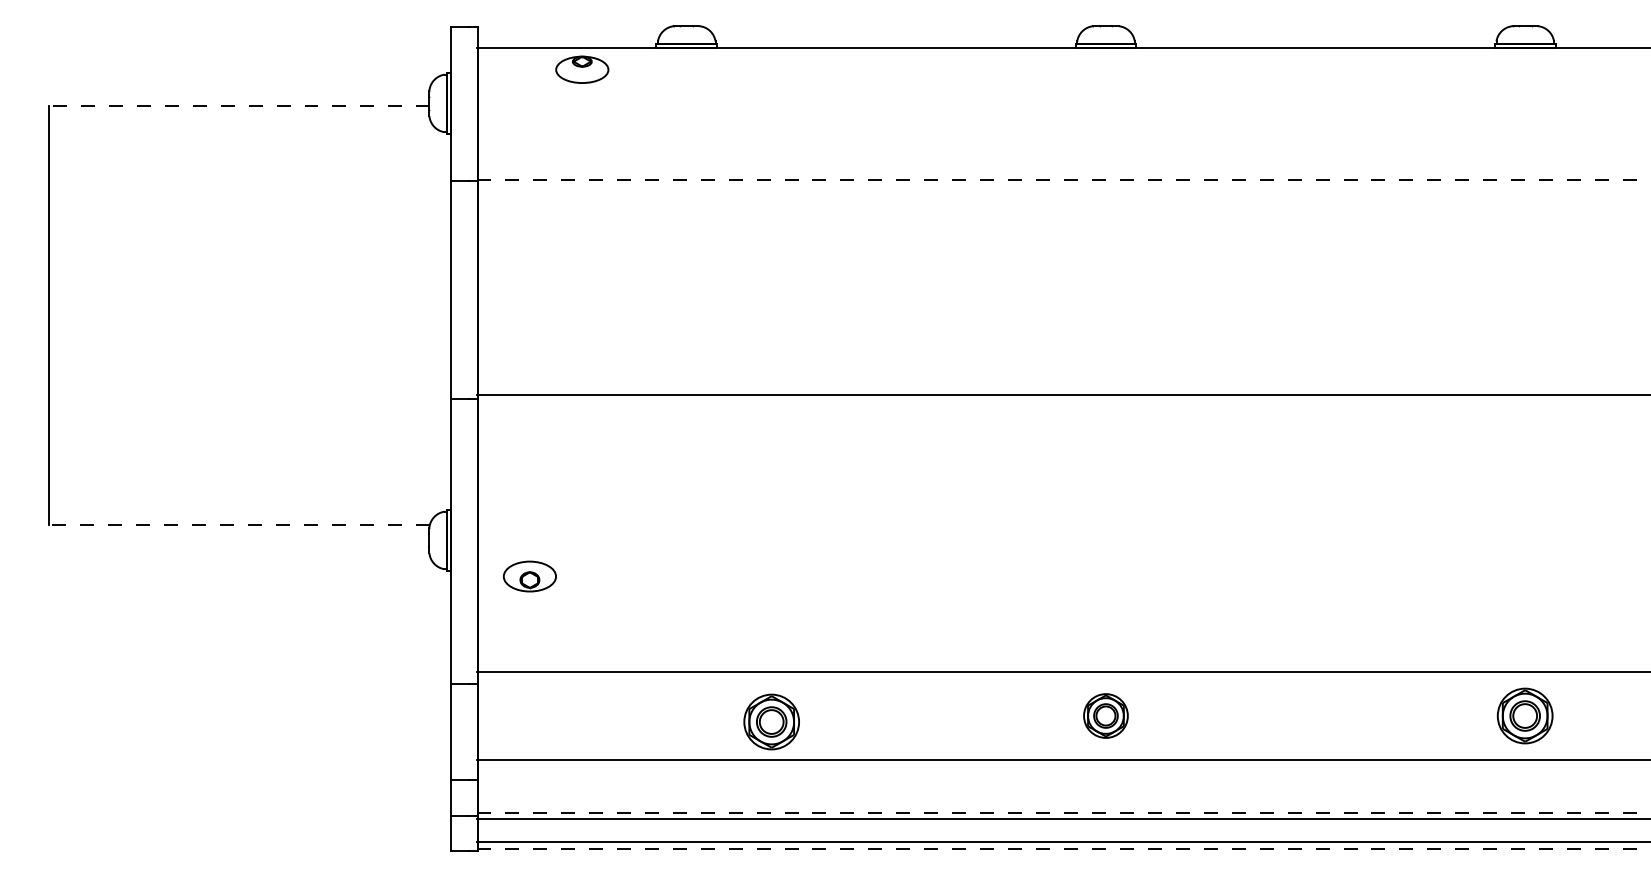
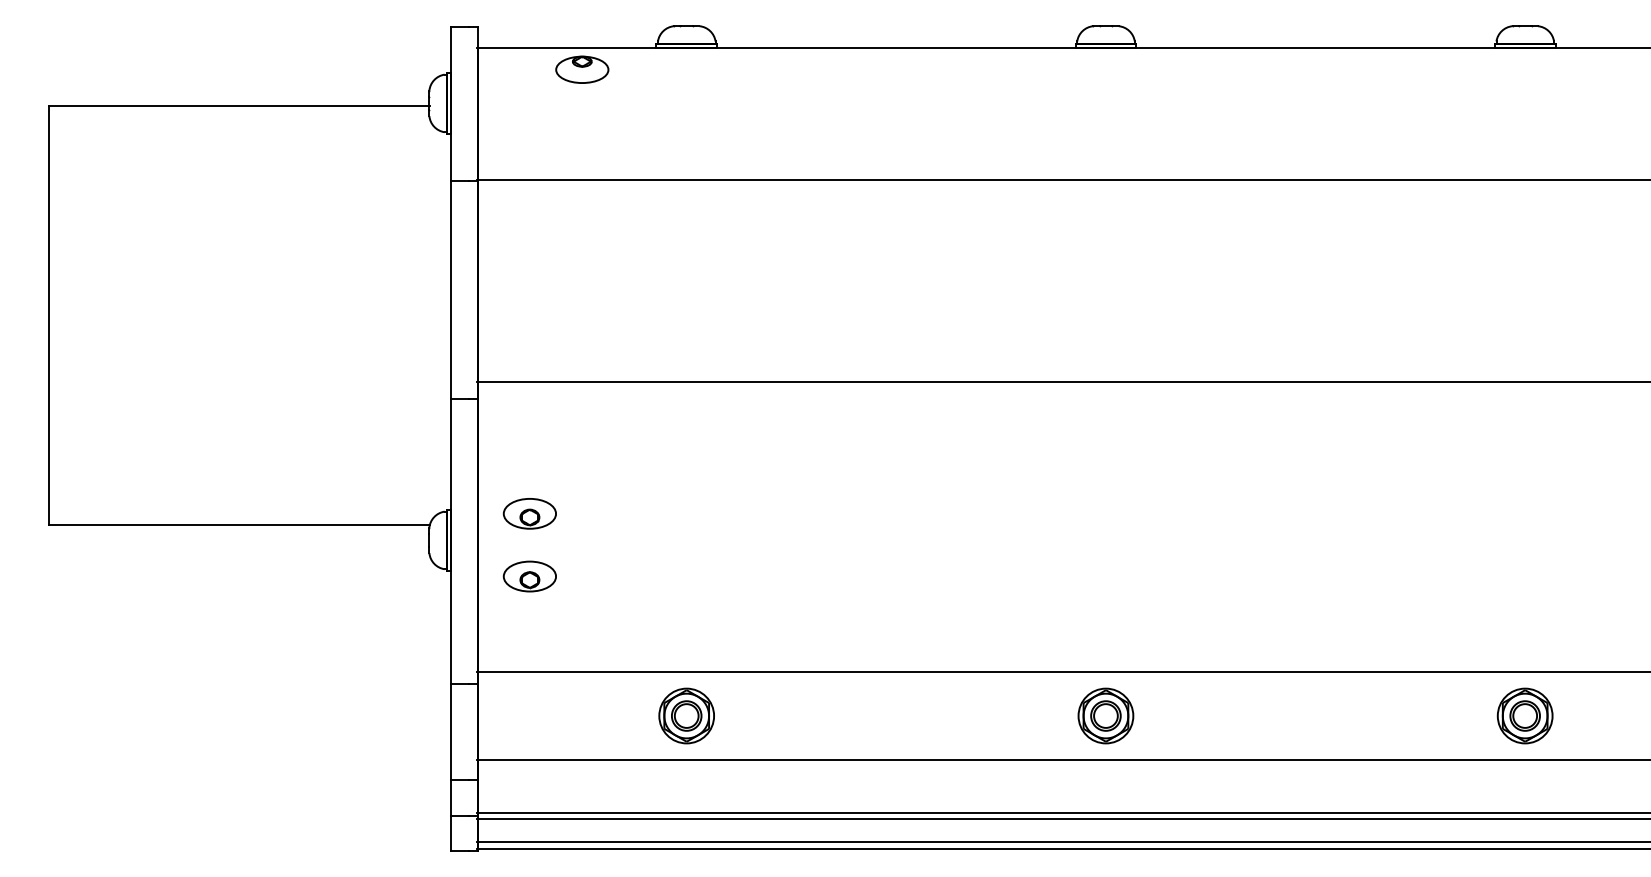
line at (239, 106): dashed -> solid
line at (1064, 180): dashed -> solid
line at (1062, 395) position: (1062, 395) -> (1062, 382)
part at (529, 513): none -> present
line at (239, 525): dashed -> solid
part at (1105, 715) size: 46x46 px -> 58x58 px
part at (771, 721) position: (771, 721) -> (686, 715)
line at (1064, 813): dashed -> solid
line at (1064, 849): dashed -> solid
